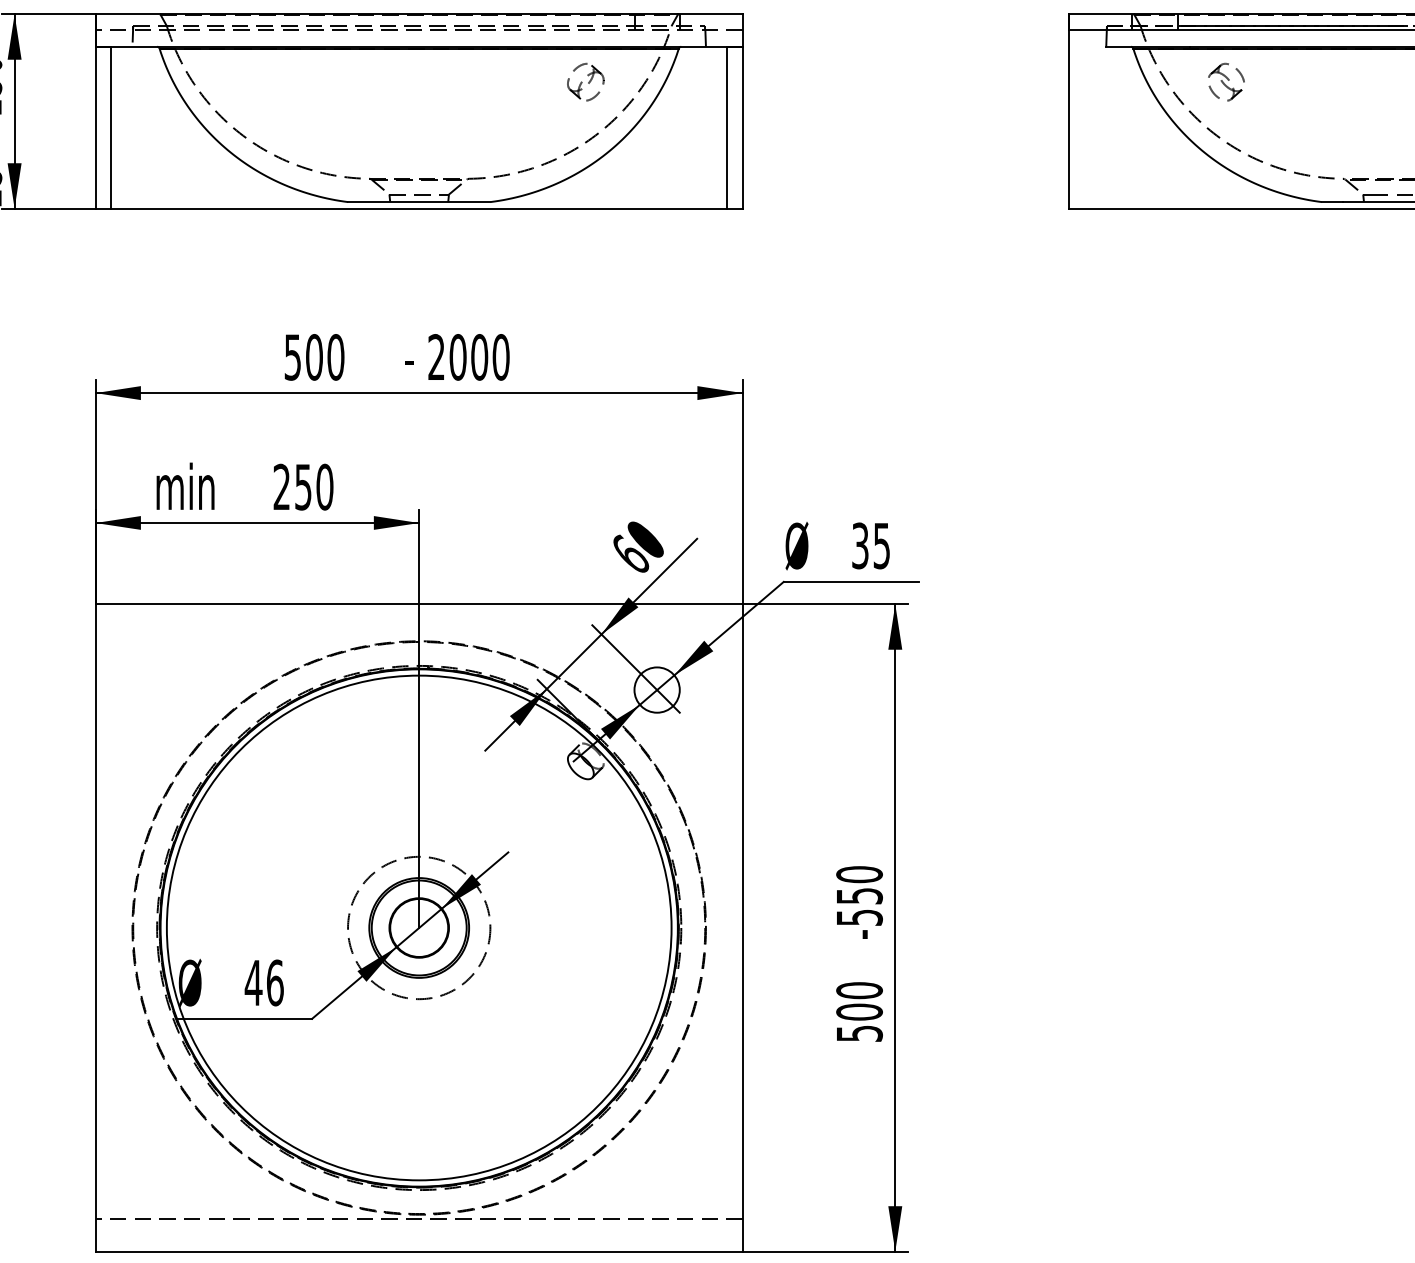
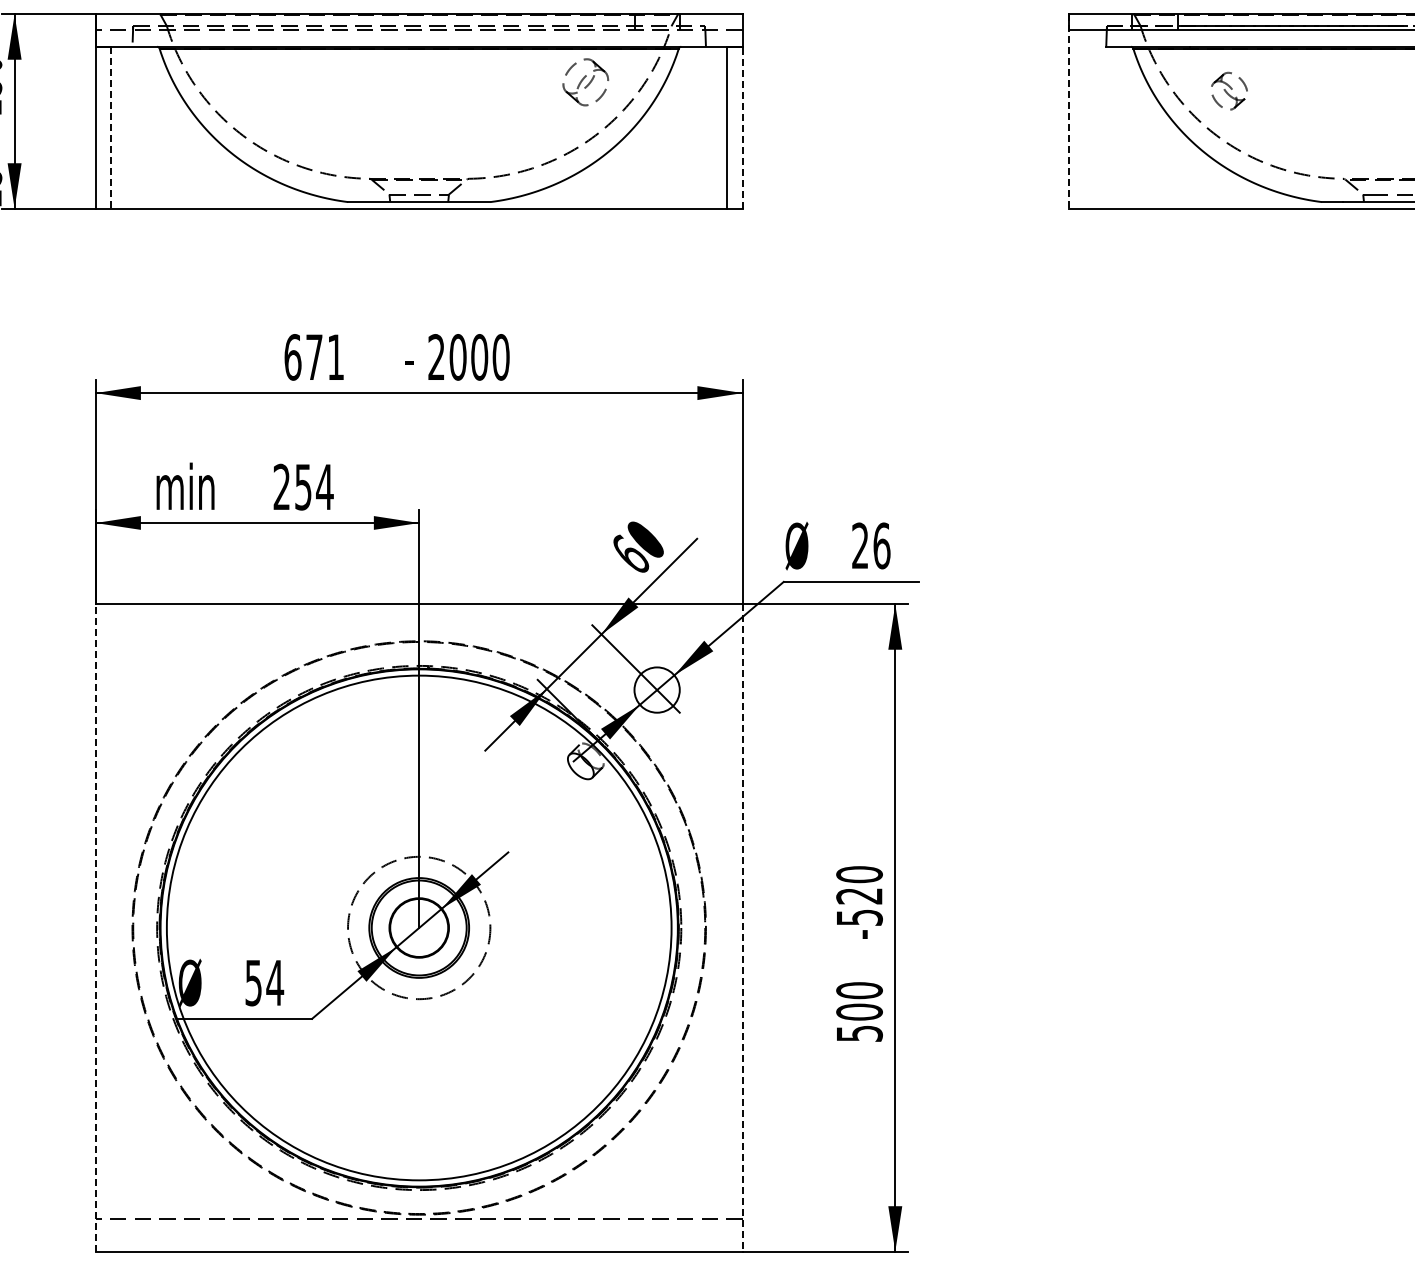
part at (585, 81) size: 38x40 px -> 48x49 px
part at (1226, 81) position: (1226, 81) -> (1229, 90)
line at (1069, 112): solid -> dashed
line at (111, 127): solid -> dashed
line at (742, 127): solid -> dashed
text at (314, 357): 500 -> 671
text at (324, 486): 250 -> 254
text at (871, 545): 35 -> 26
text at (859, 896): -550 -> -520
line at (95, 927): solid -> dashed
line at (742, 927): solid -> dashed
text at (264, 982): 46 -> 54
